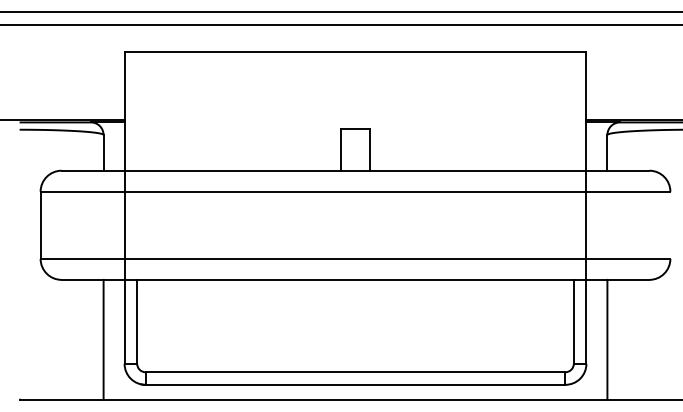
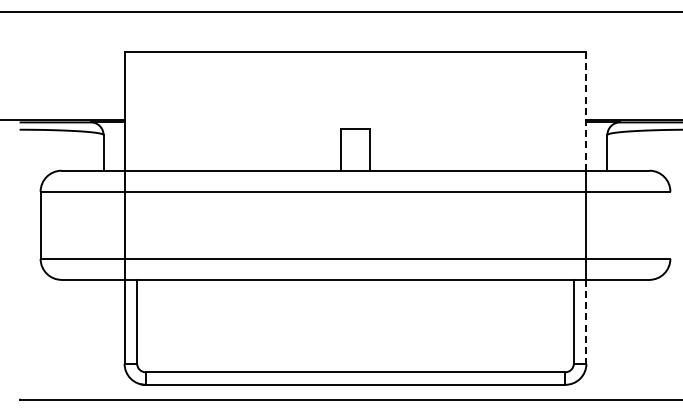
line at (340, 24): present -> none
line at (586, 111): solid -> dashed
line at (586, 321): solid -> dashed
line at (103, 339): present -> none
line at (607, 339): present -> none
